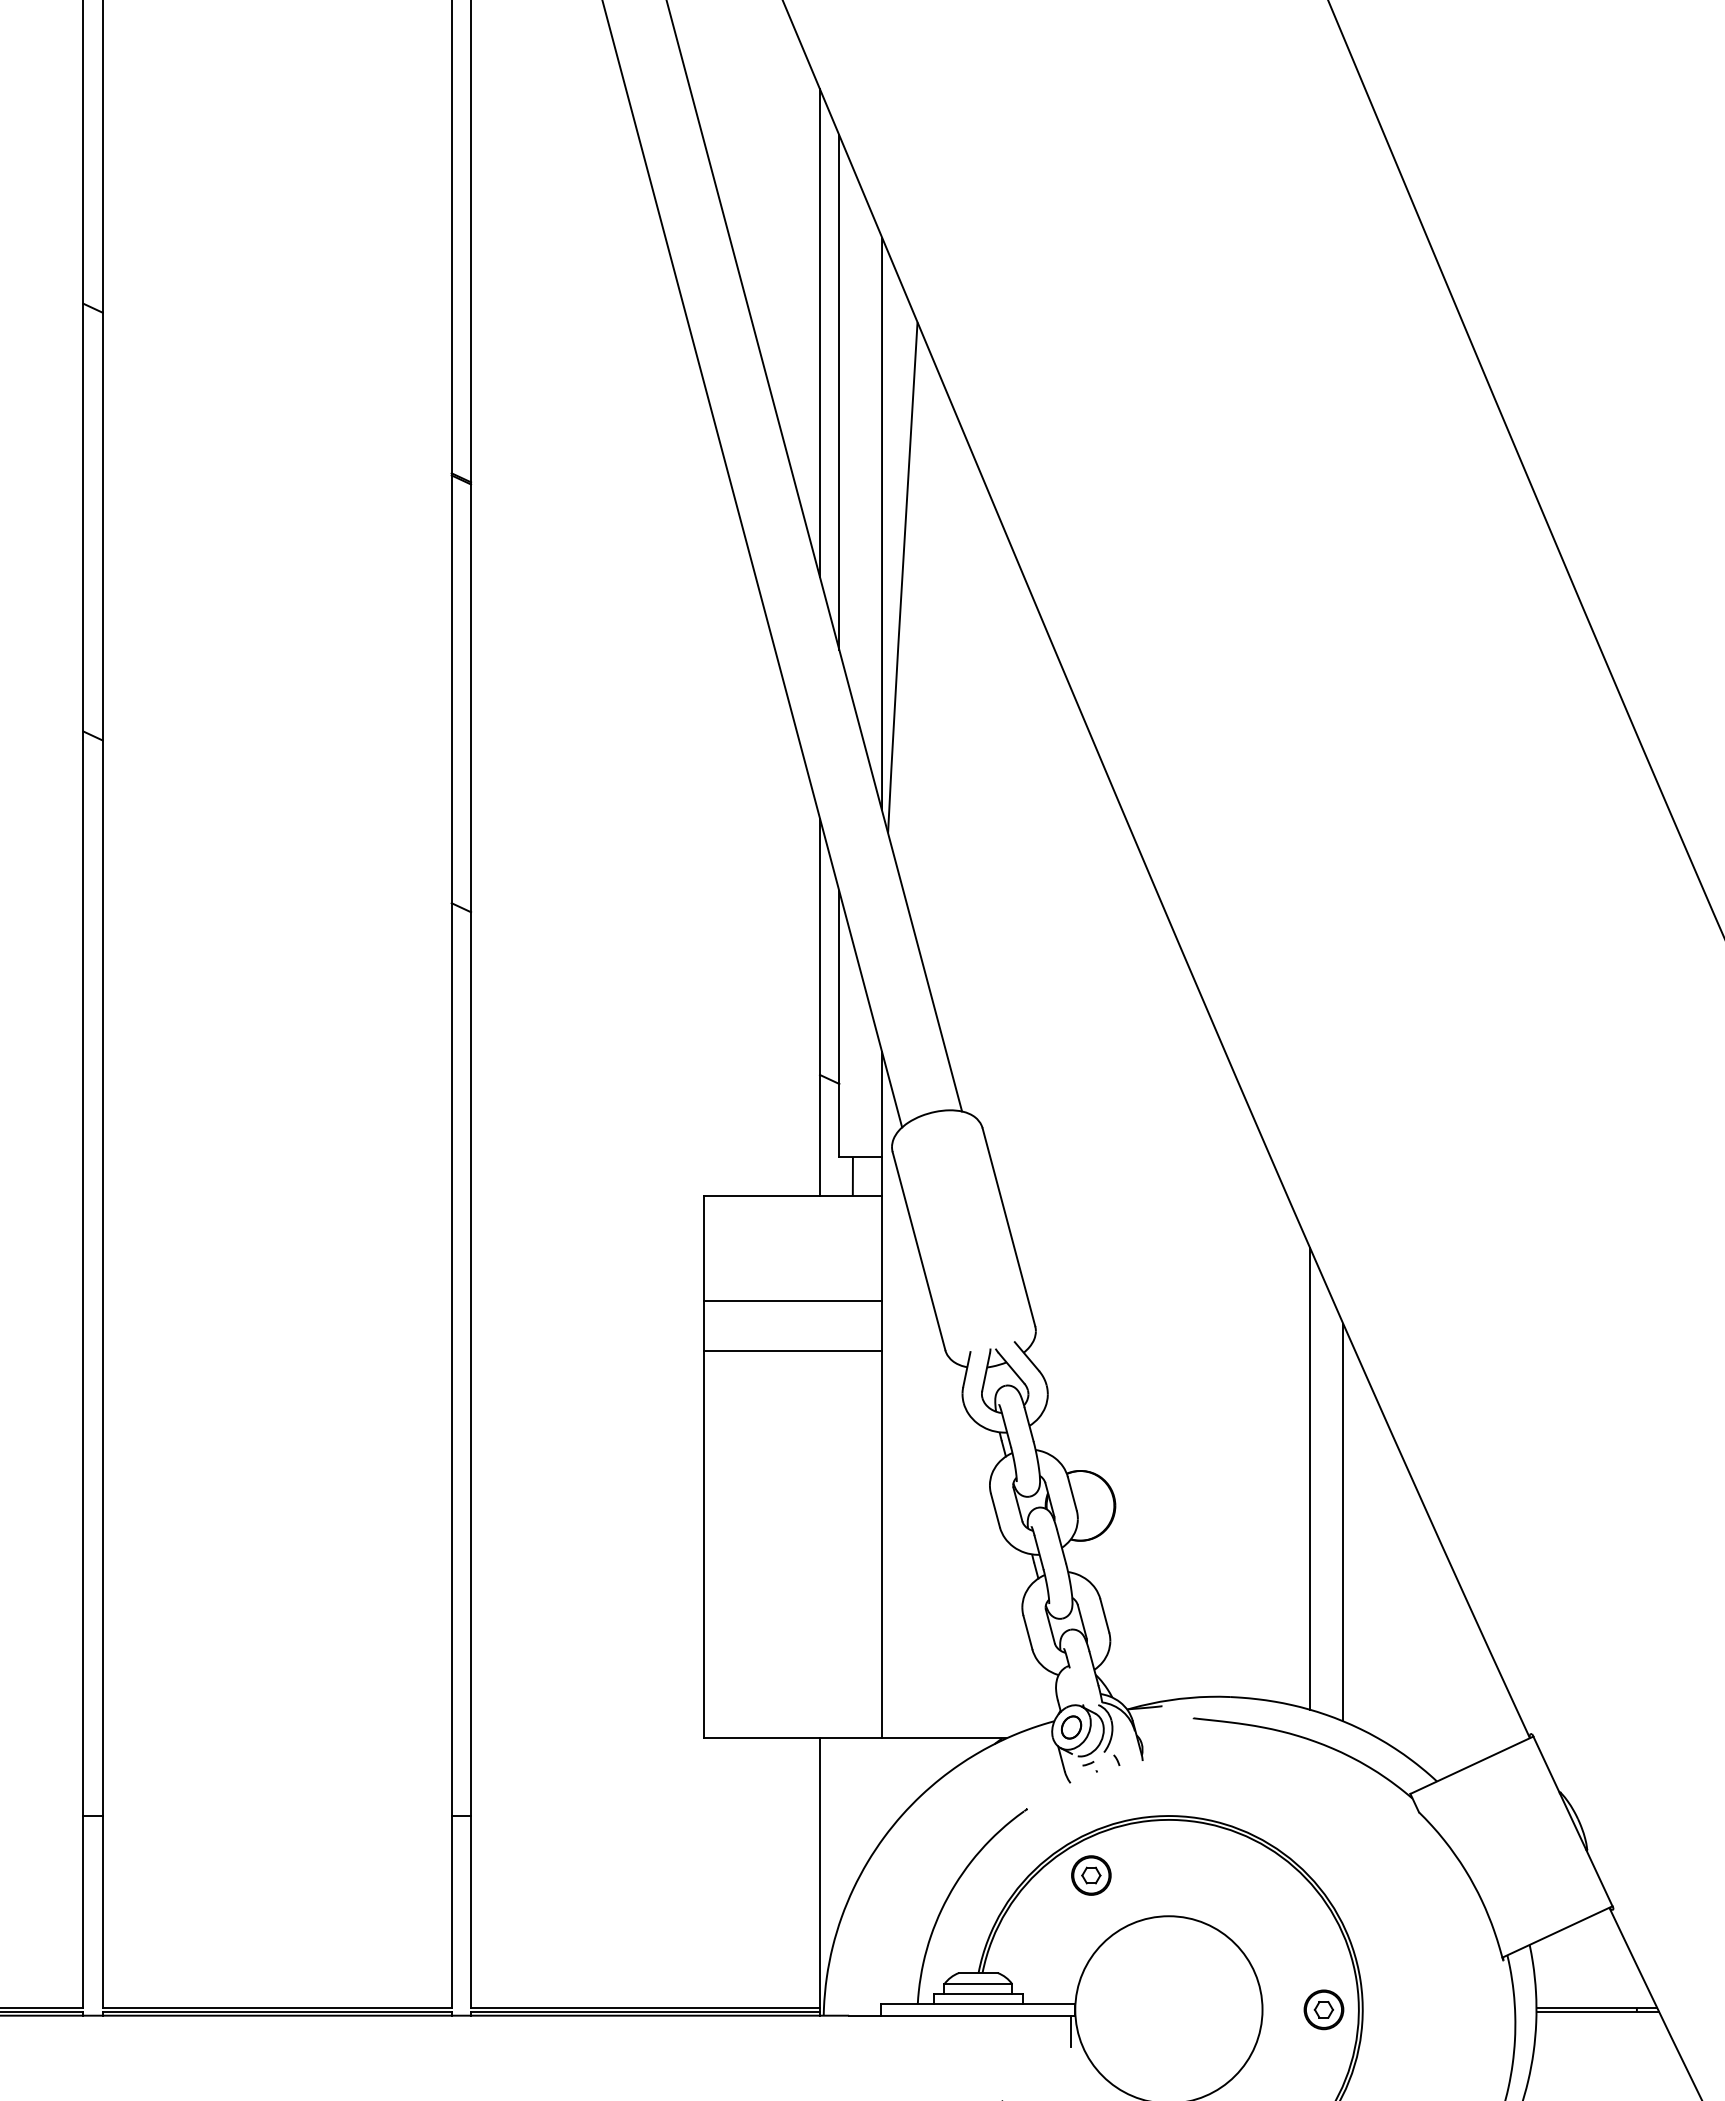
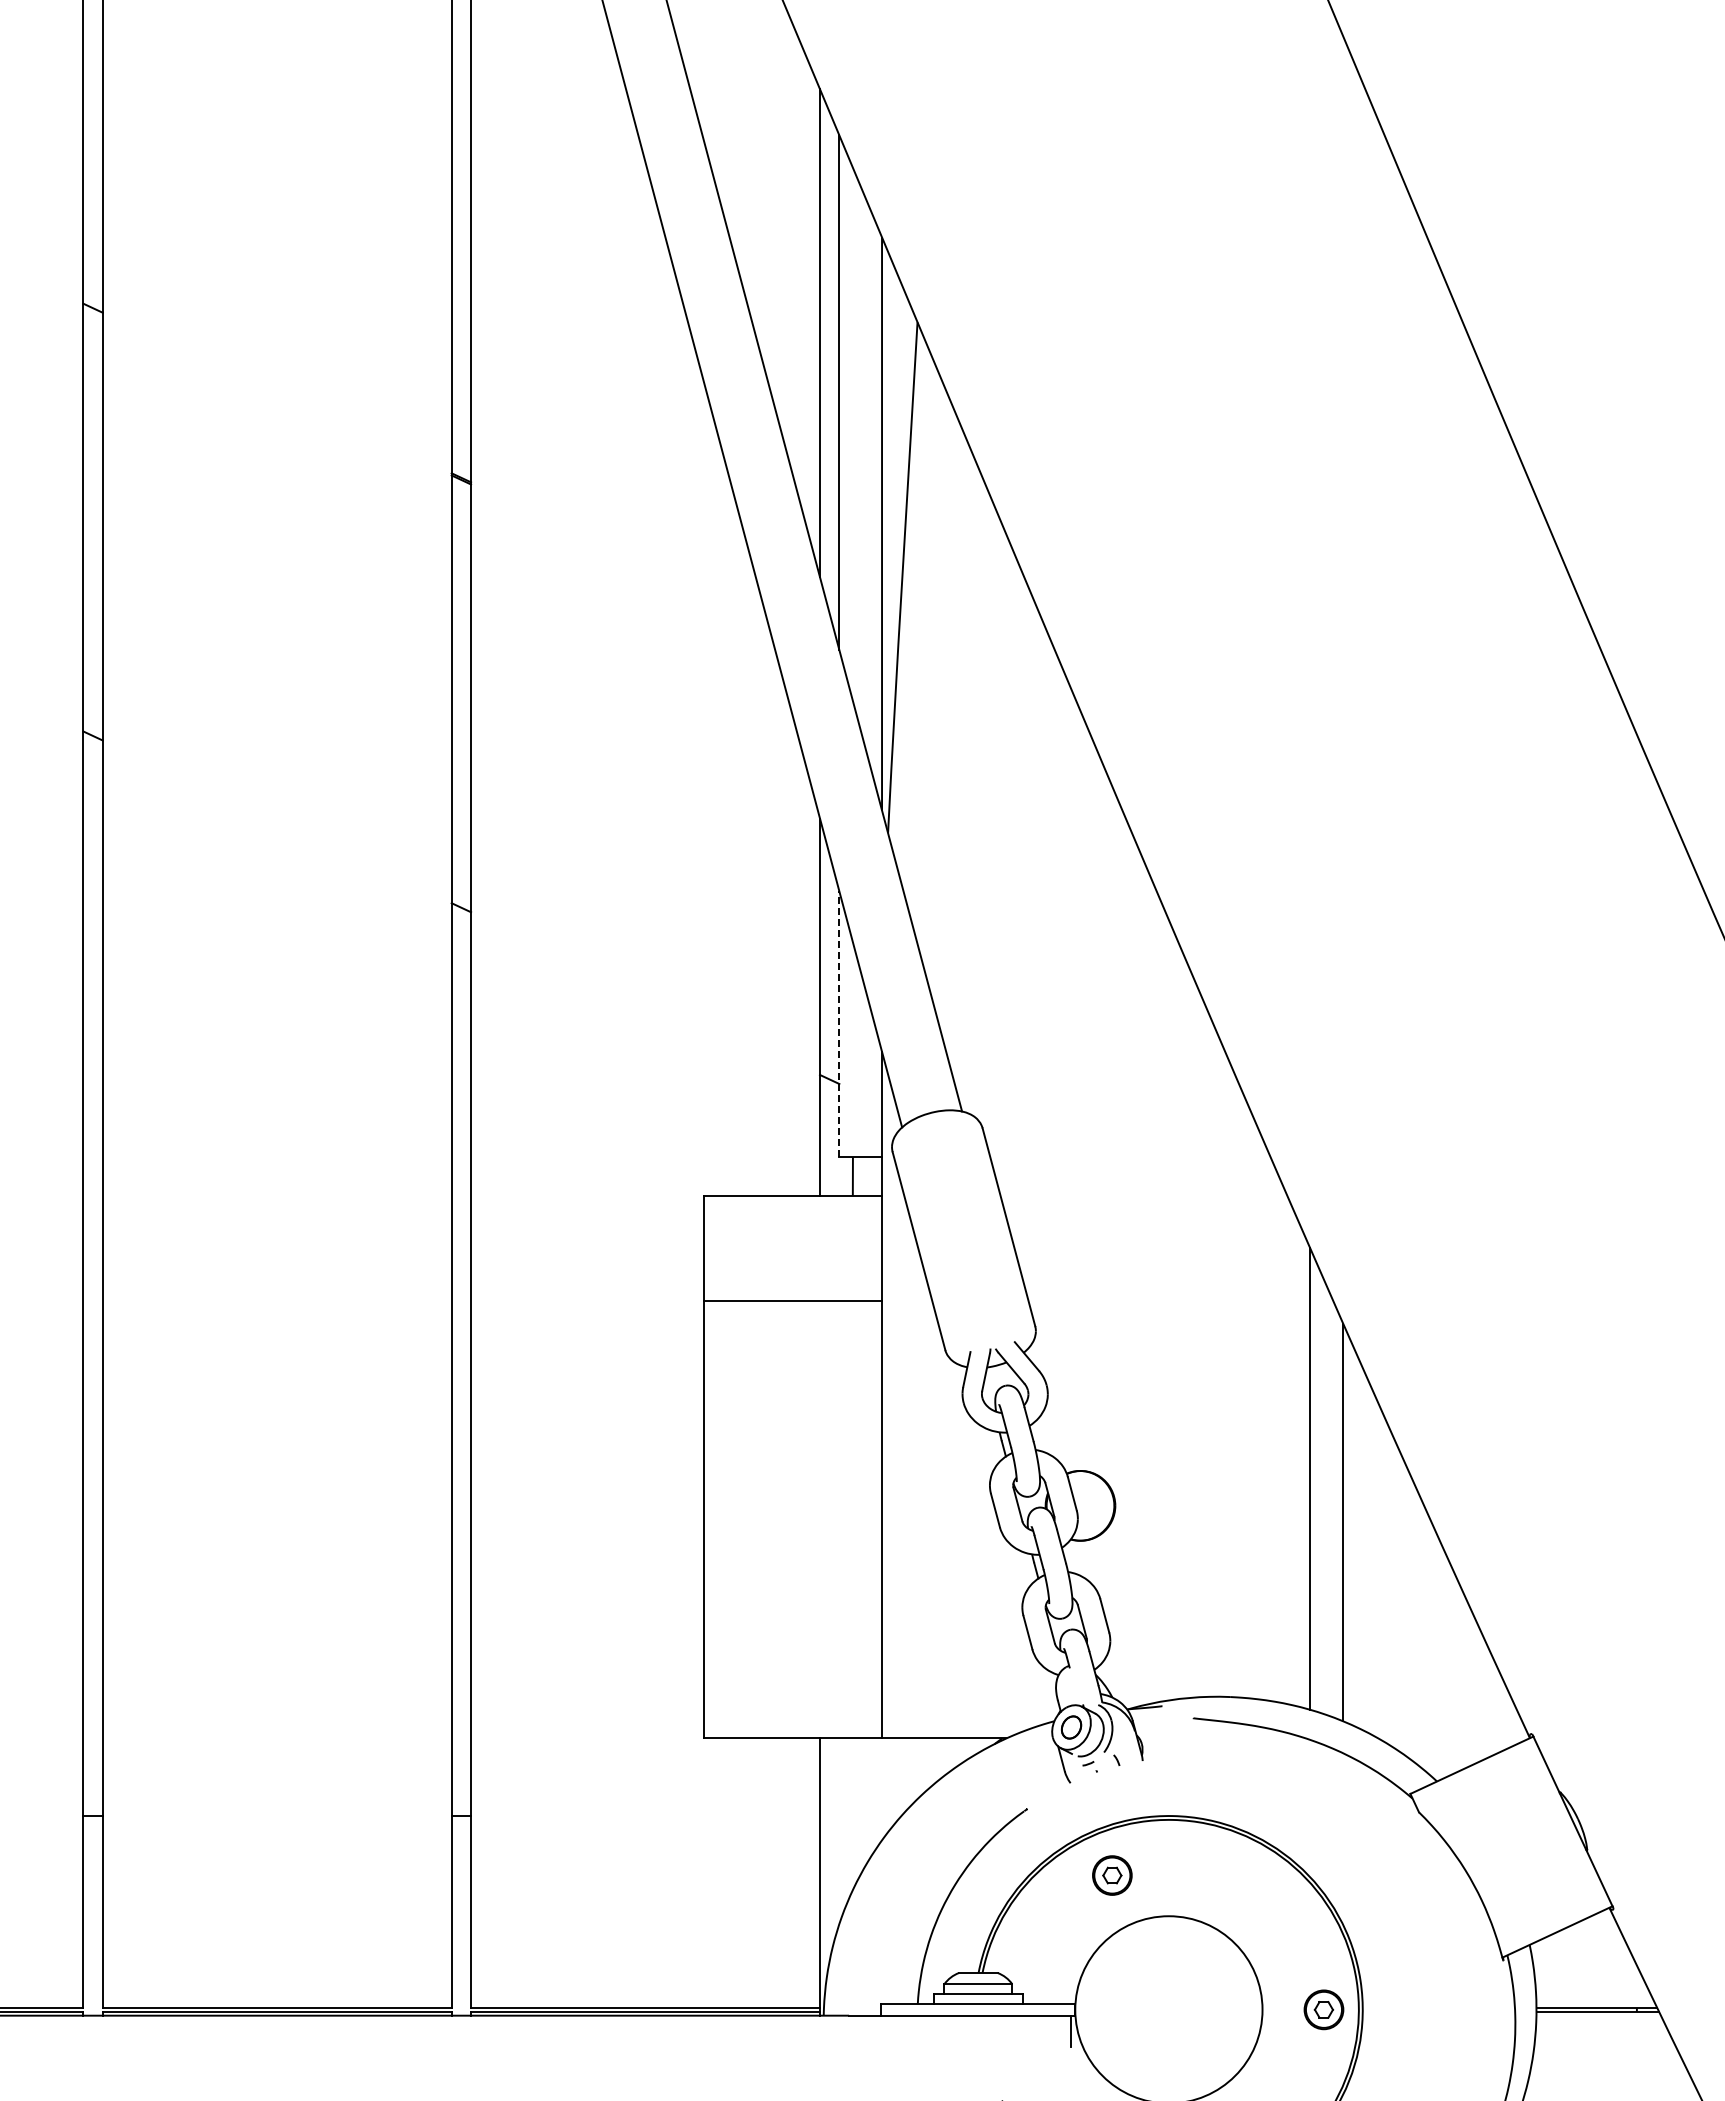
line at (839, 1024): solid -> dashed
line at (792, 1350): present -> none
part at (1091, 1875) position: (1091, 1875) -> (1112, 1875)
